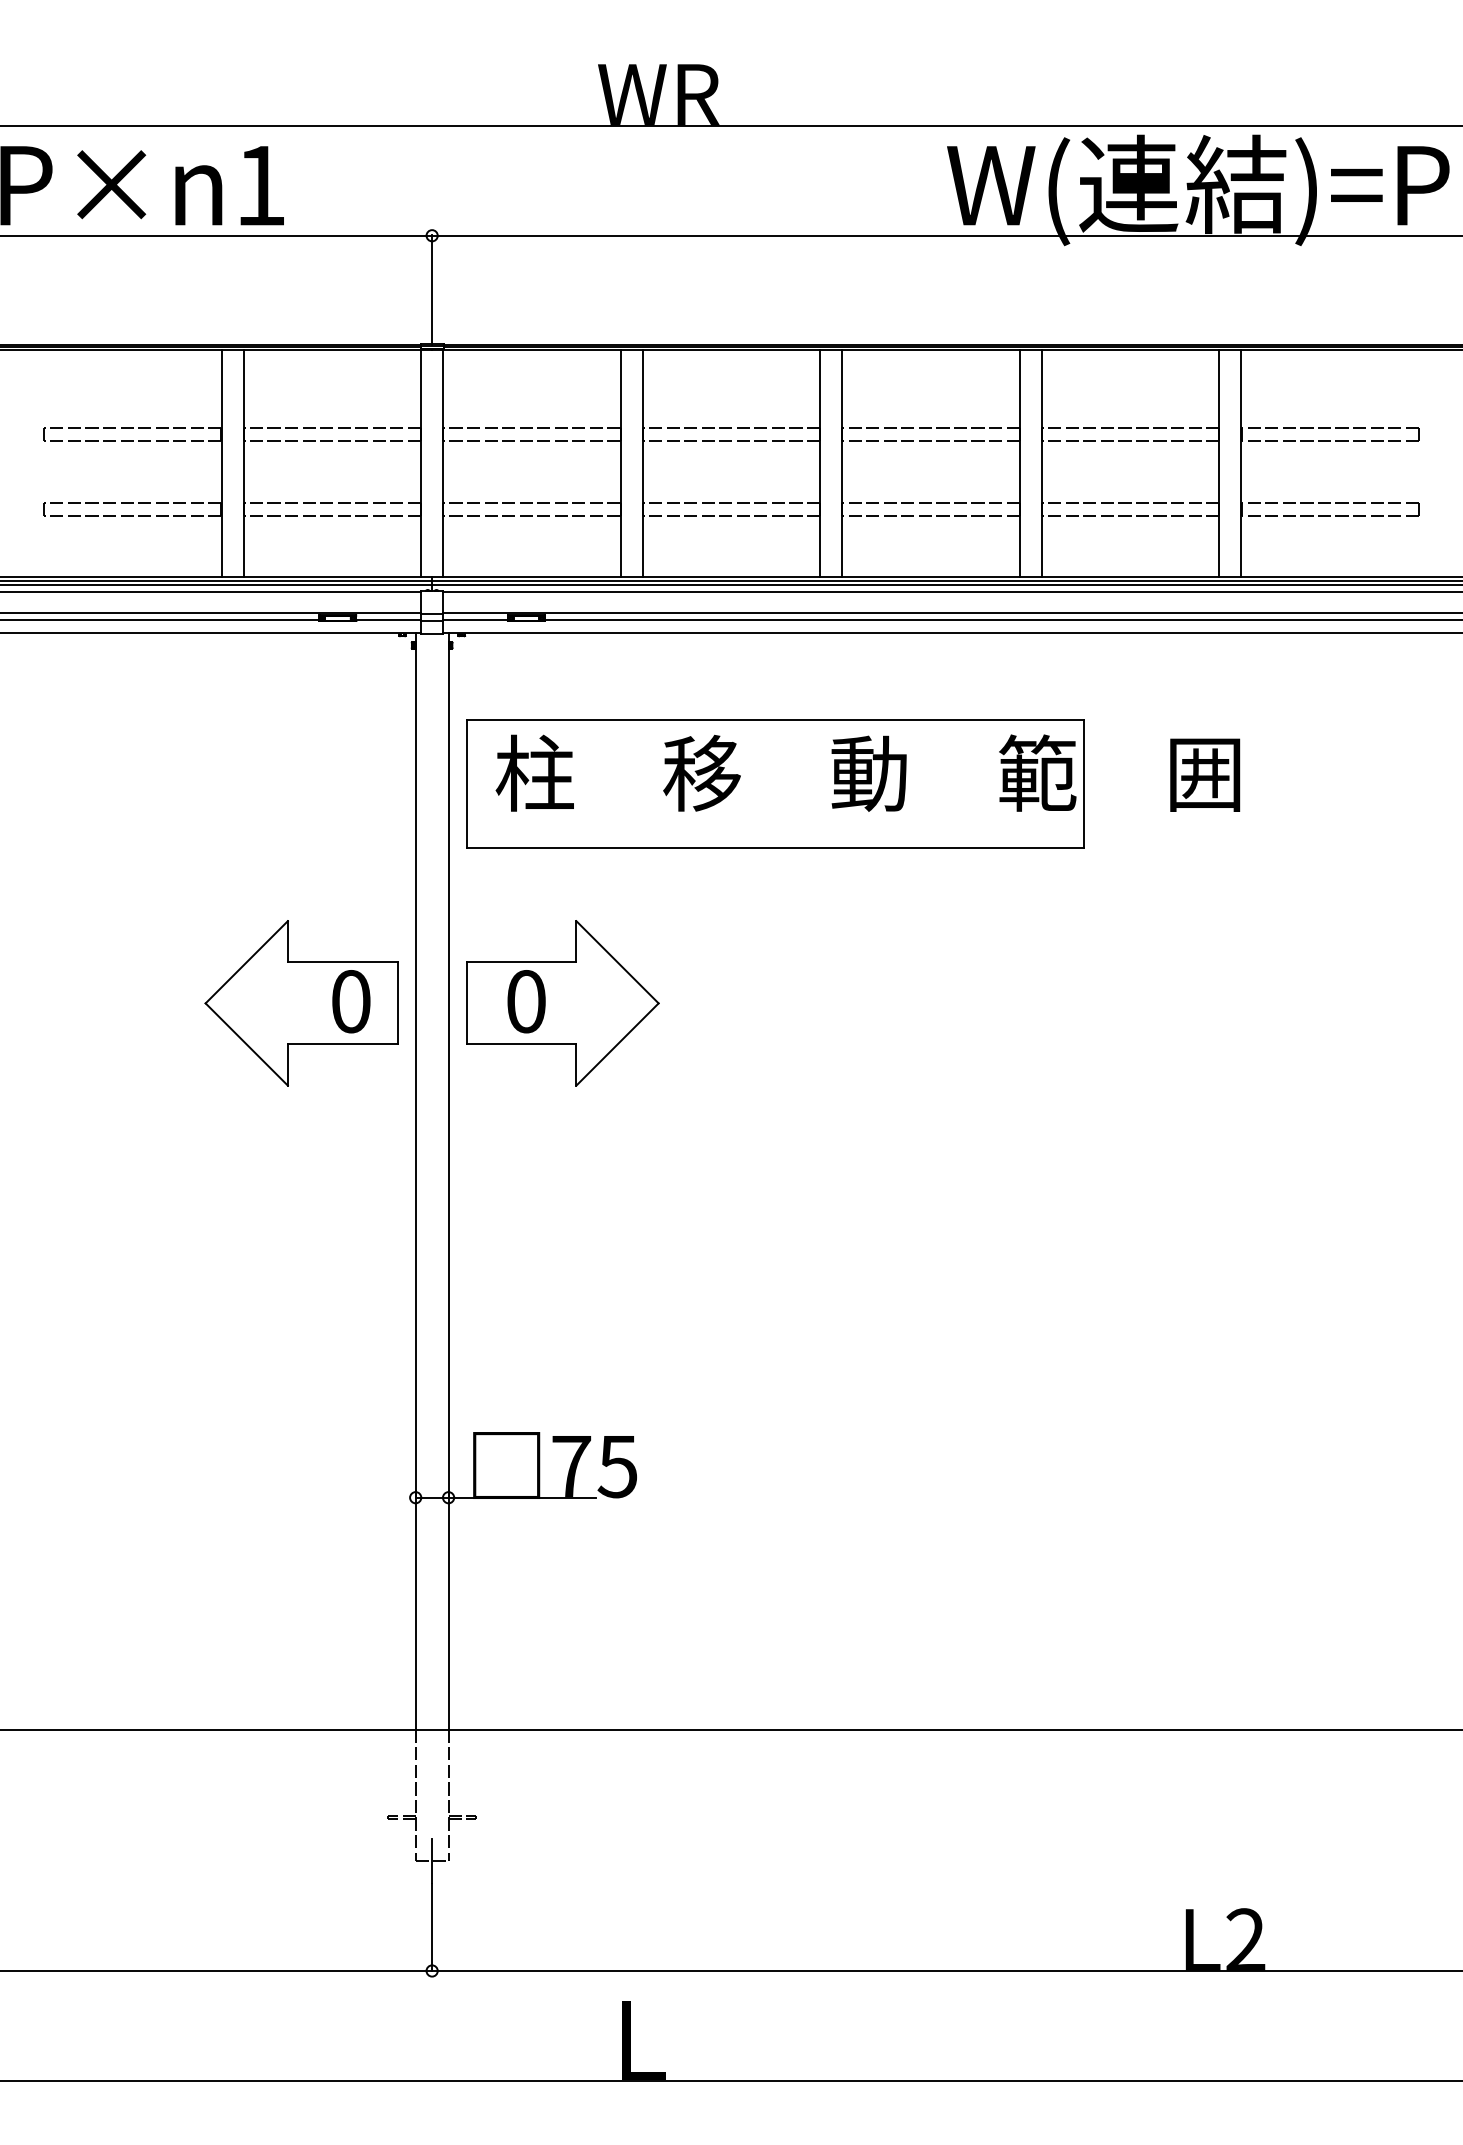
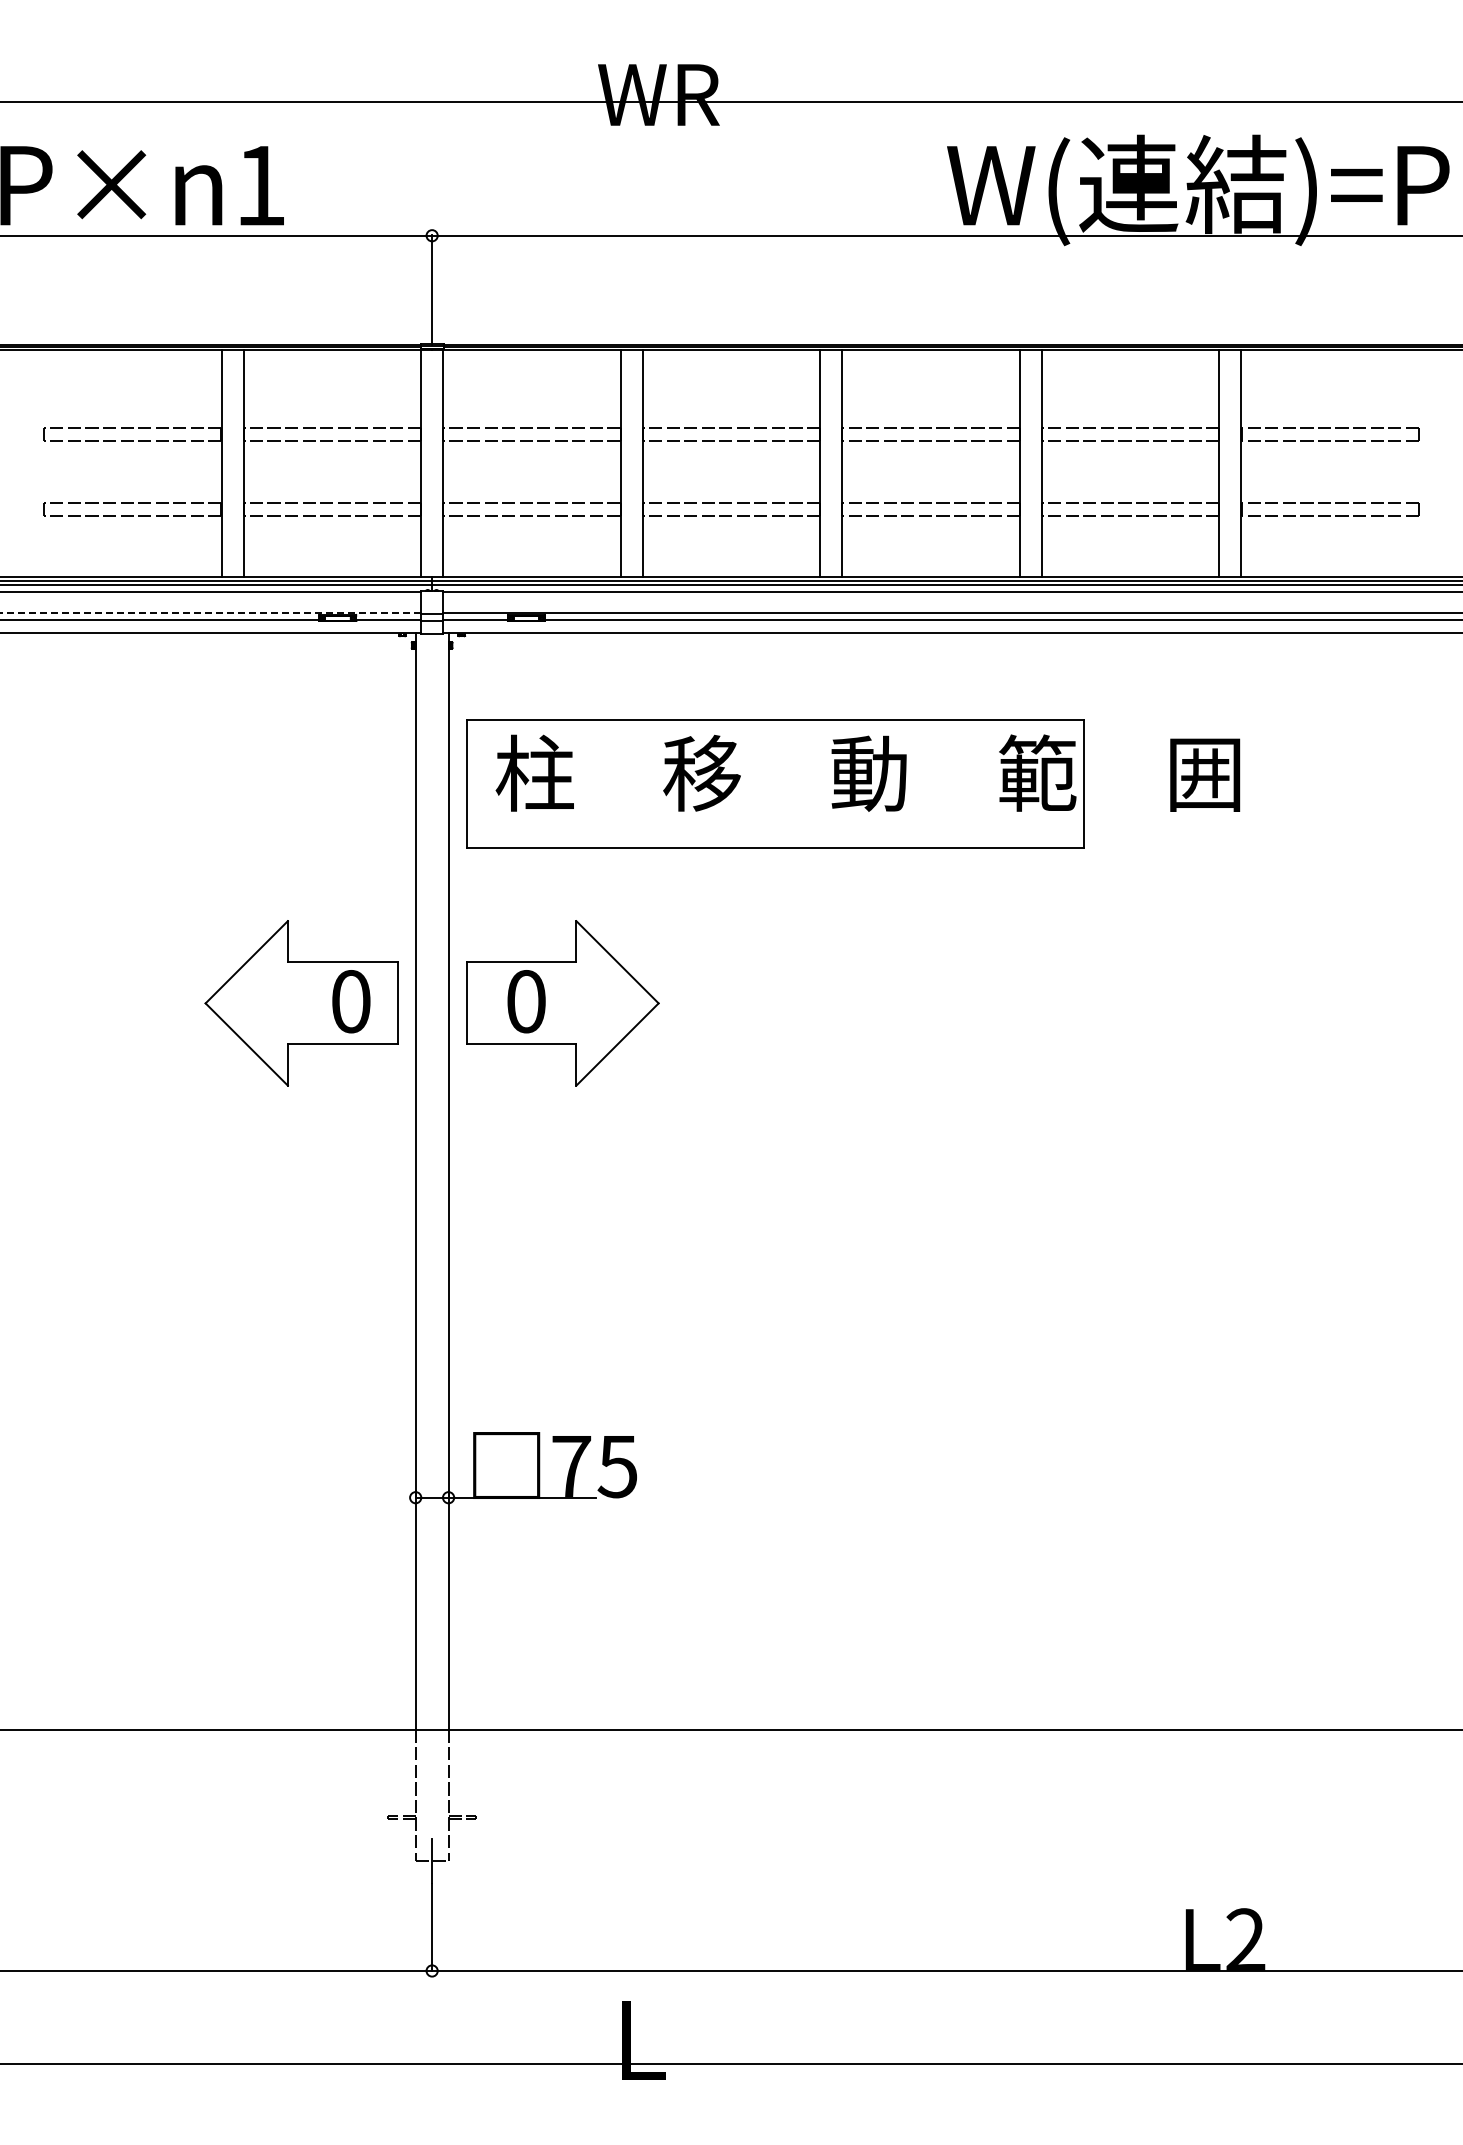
line at (730, 126) position: (730, 126) -> (730, 102)
line at (210, 613): solid -> dashed
line at (730, 2080) position: (730, 2080) -> (730, 2063)
